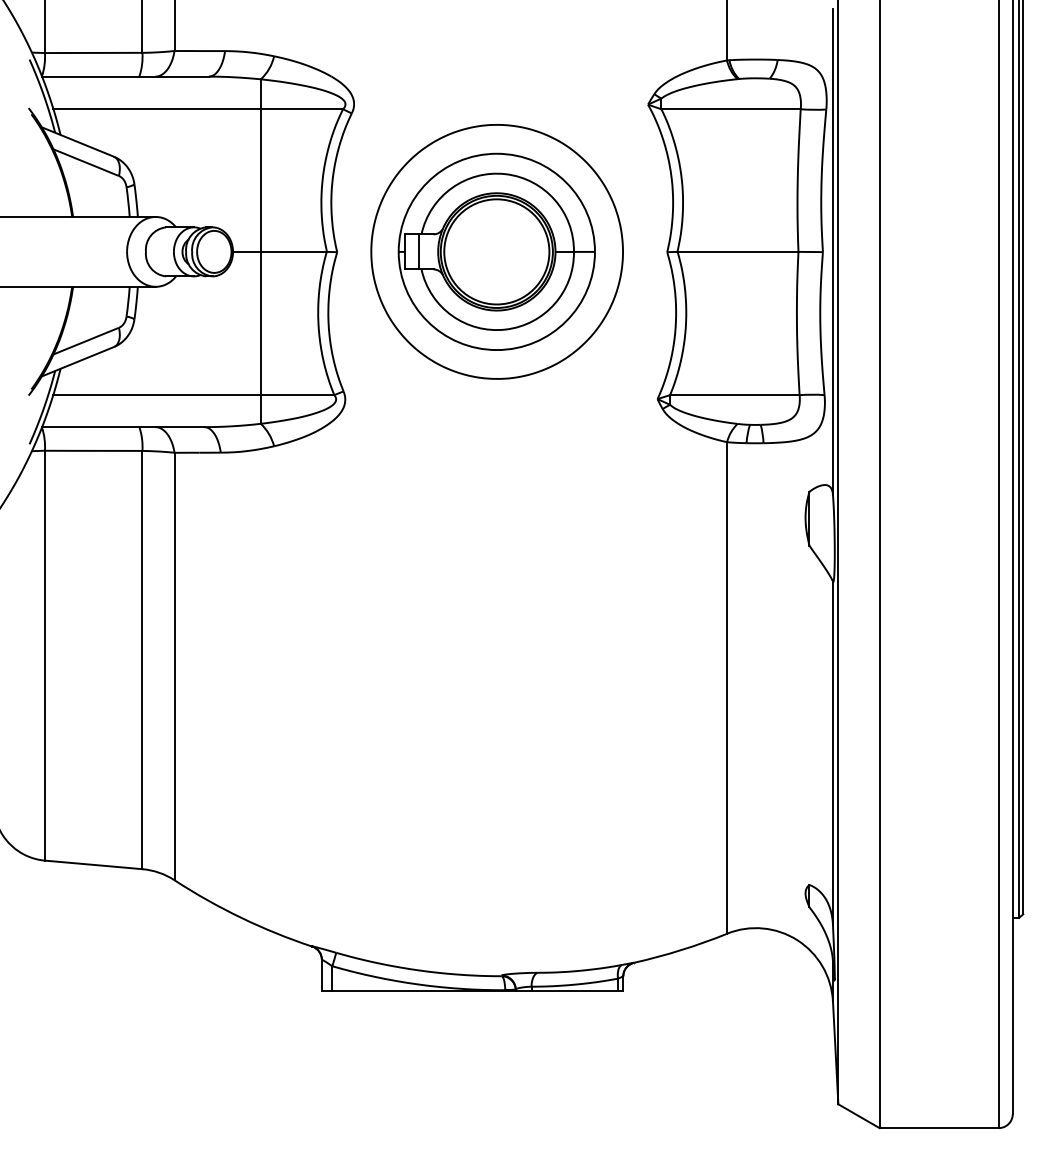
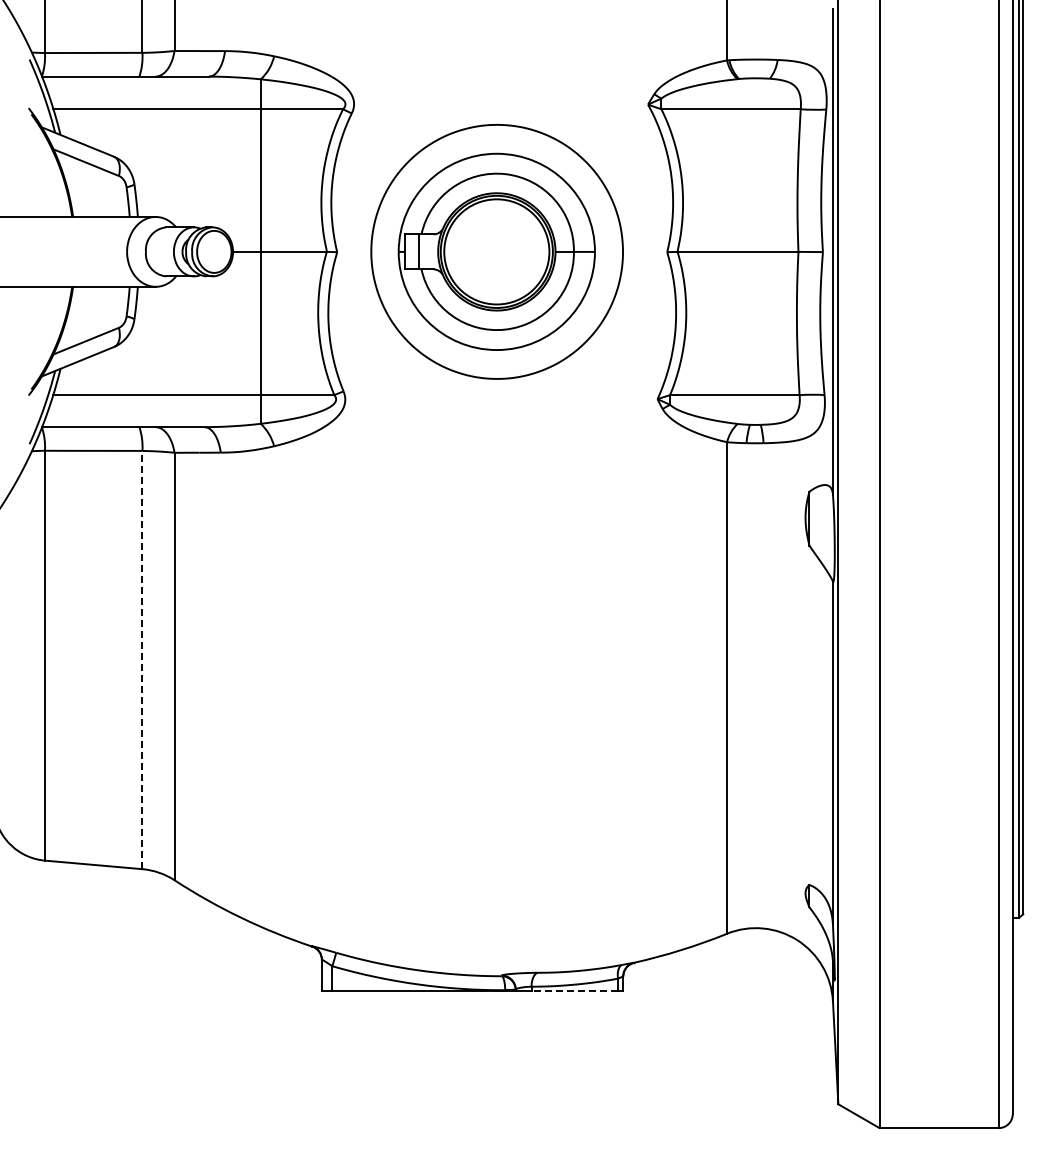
line at (142, 659): solid -> dashed
line at (574, 991): solid -> dashed
